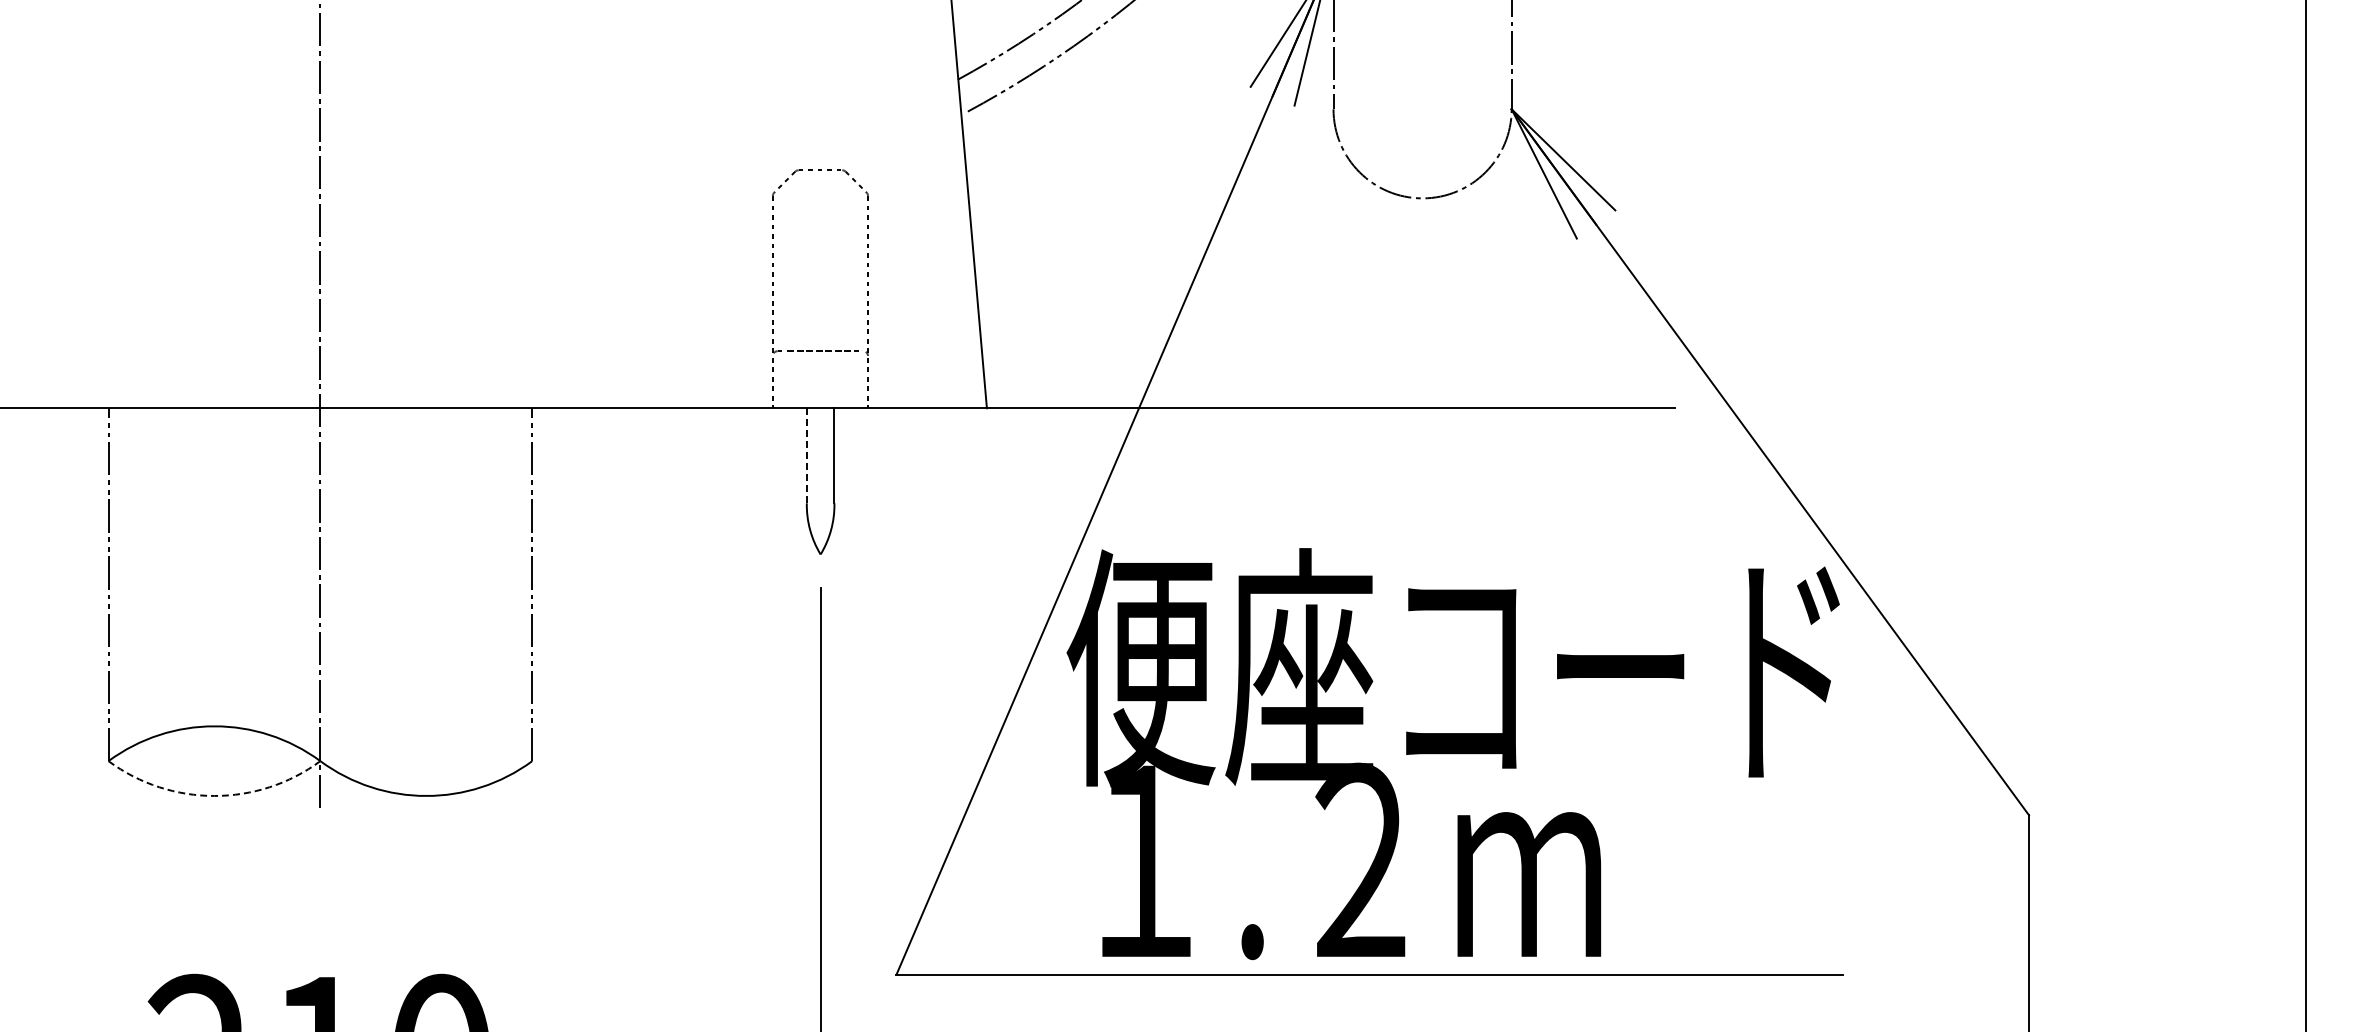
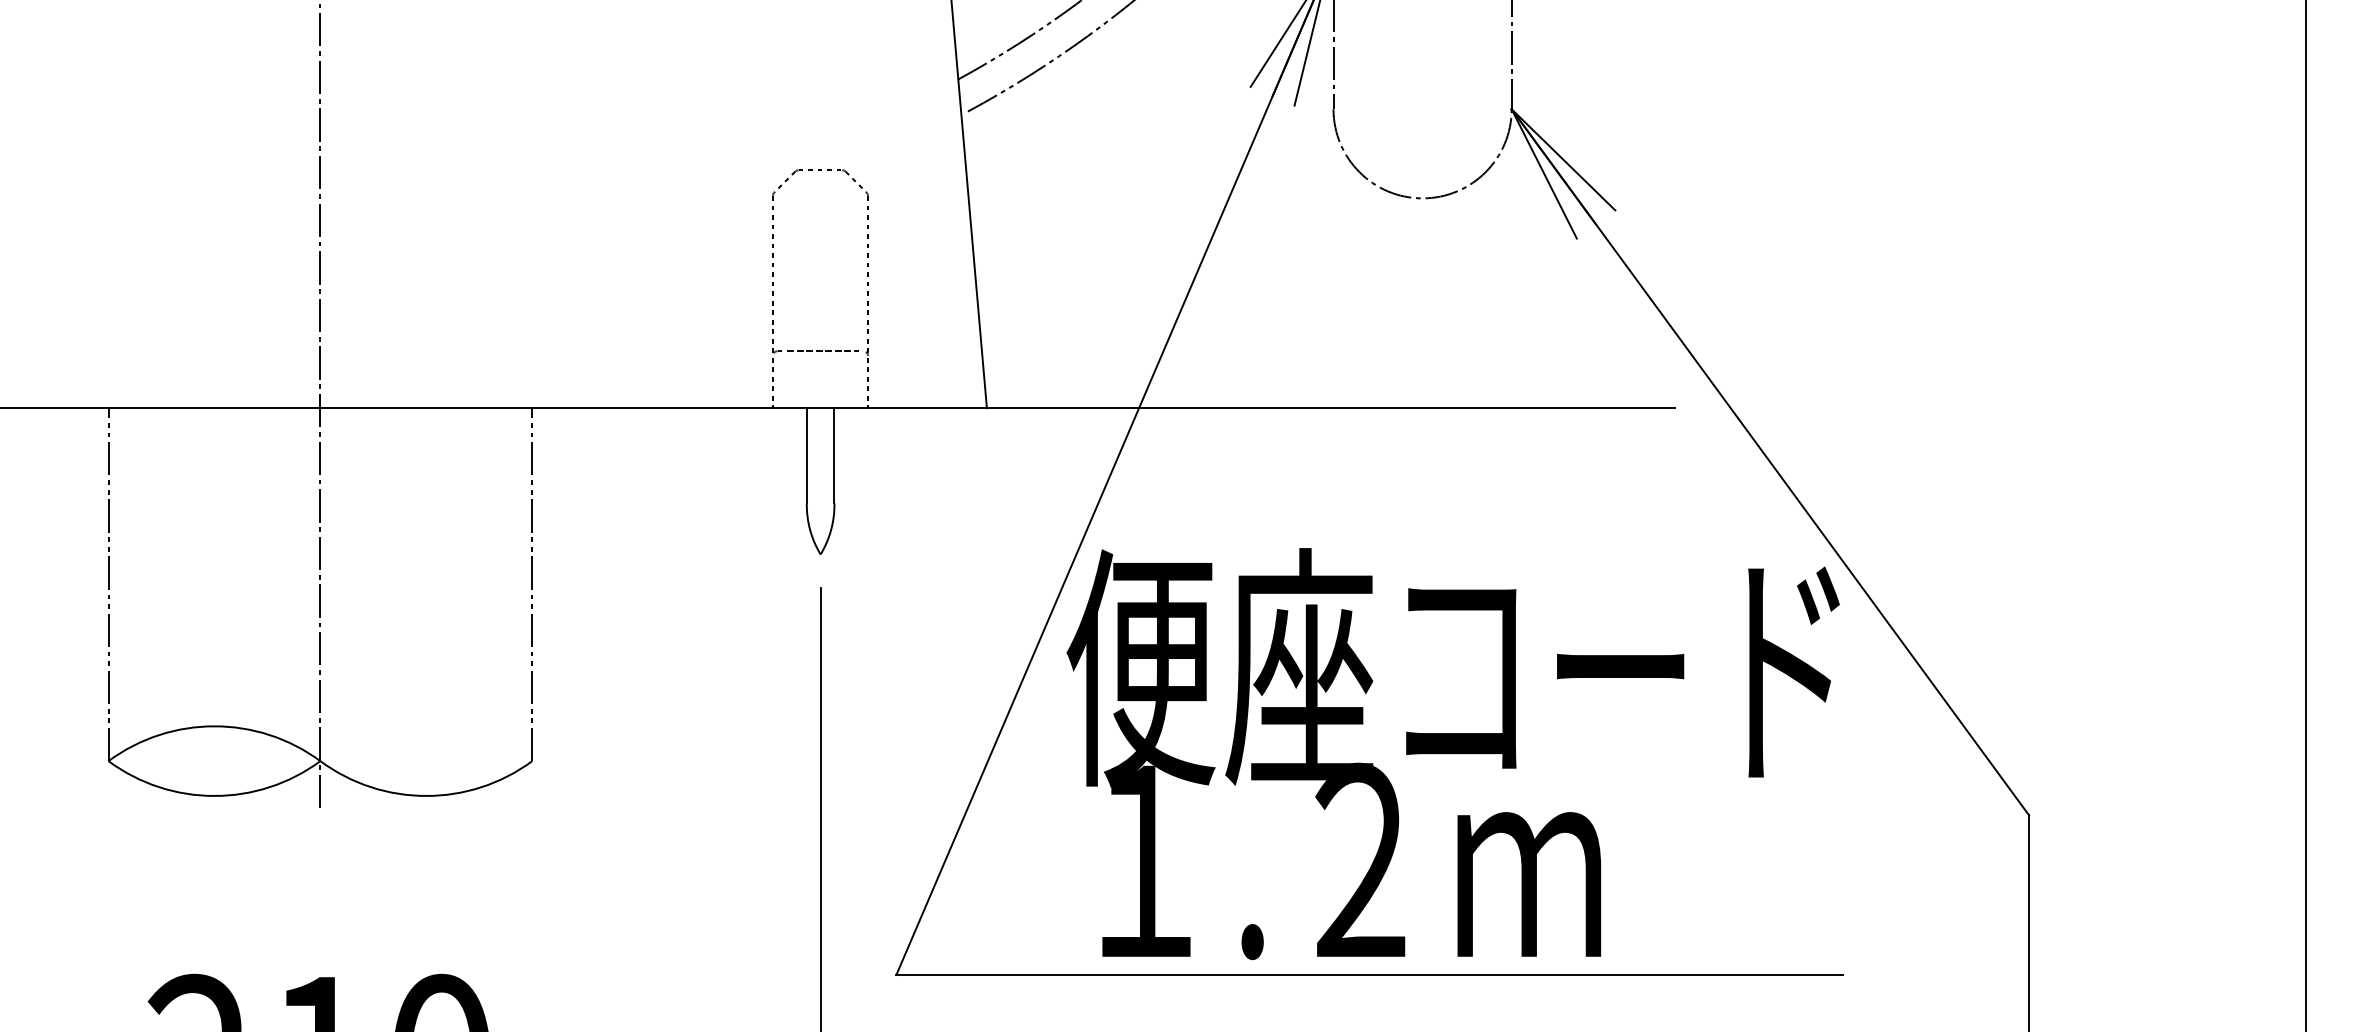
line at (806, 455): dashed -> solid
arc at (214, 795): dashed -> solid
